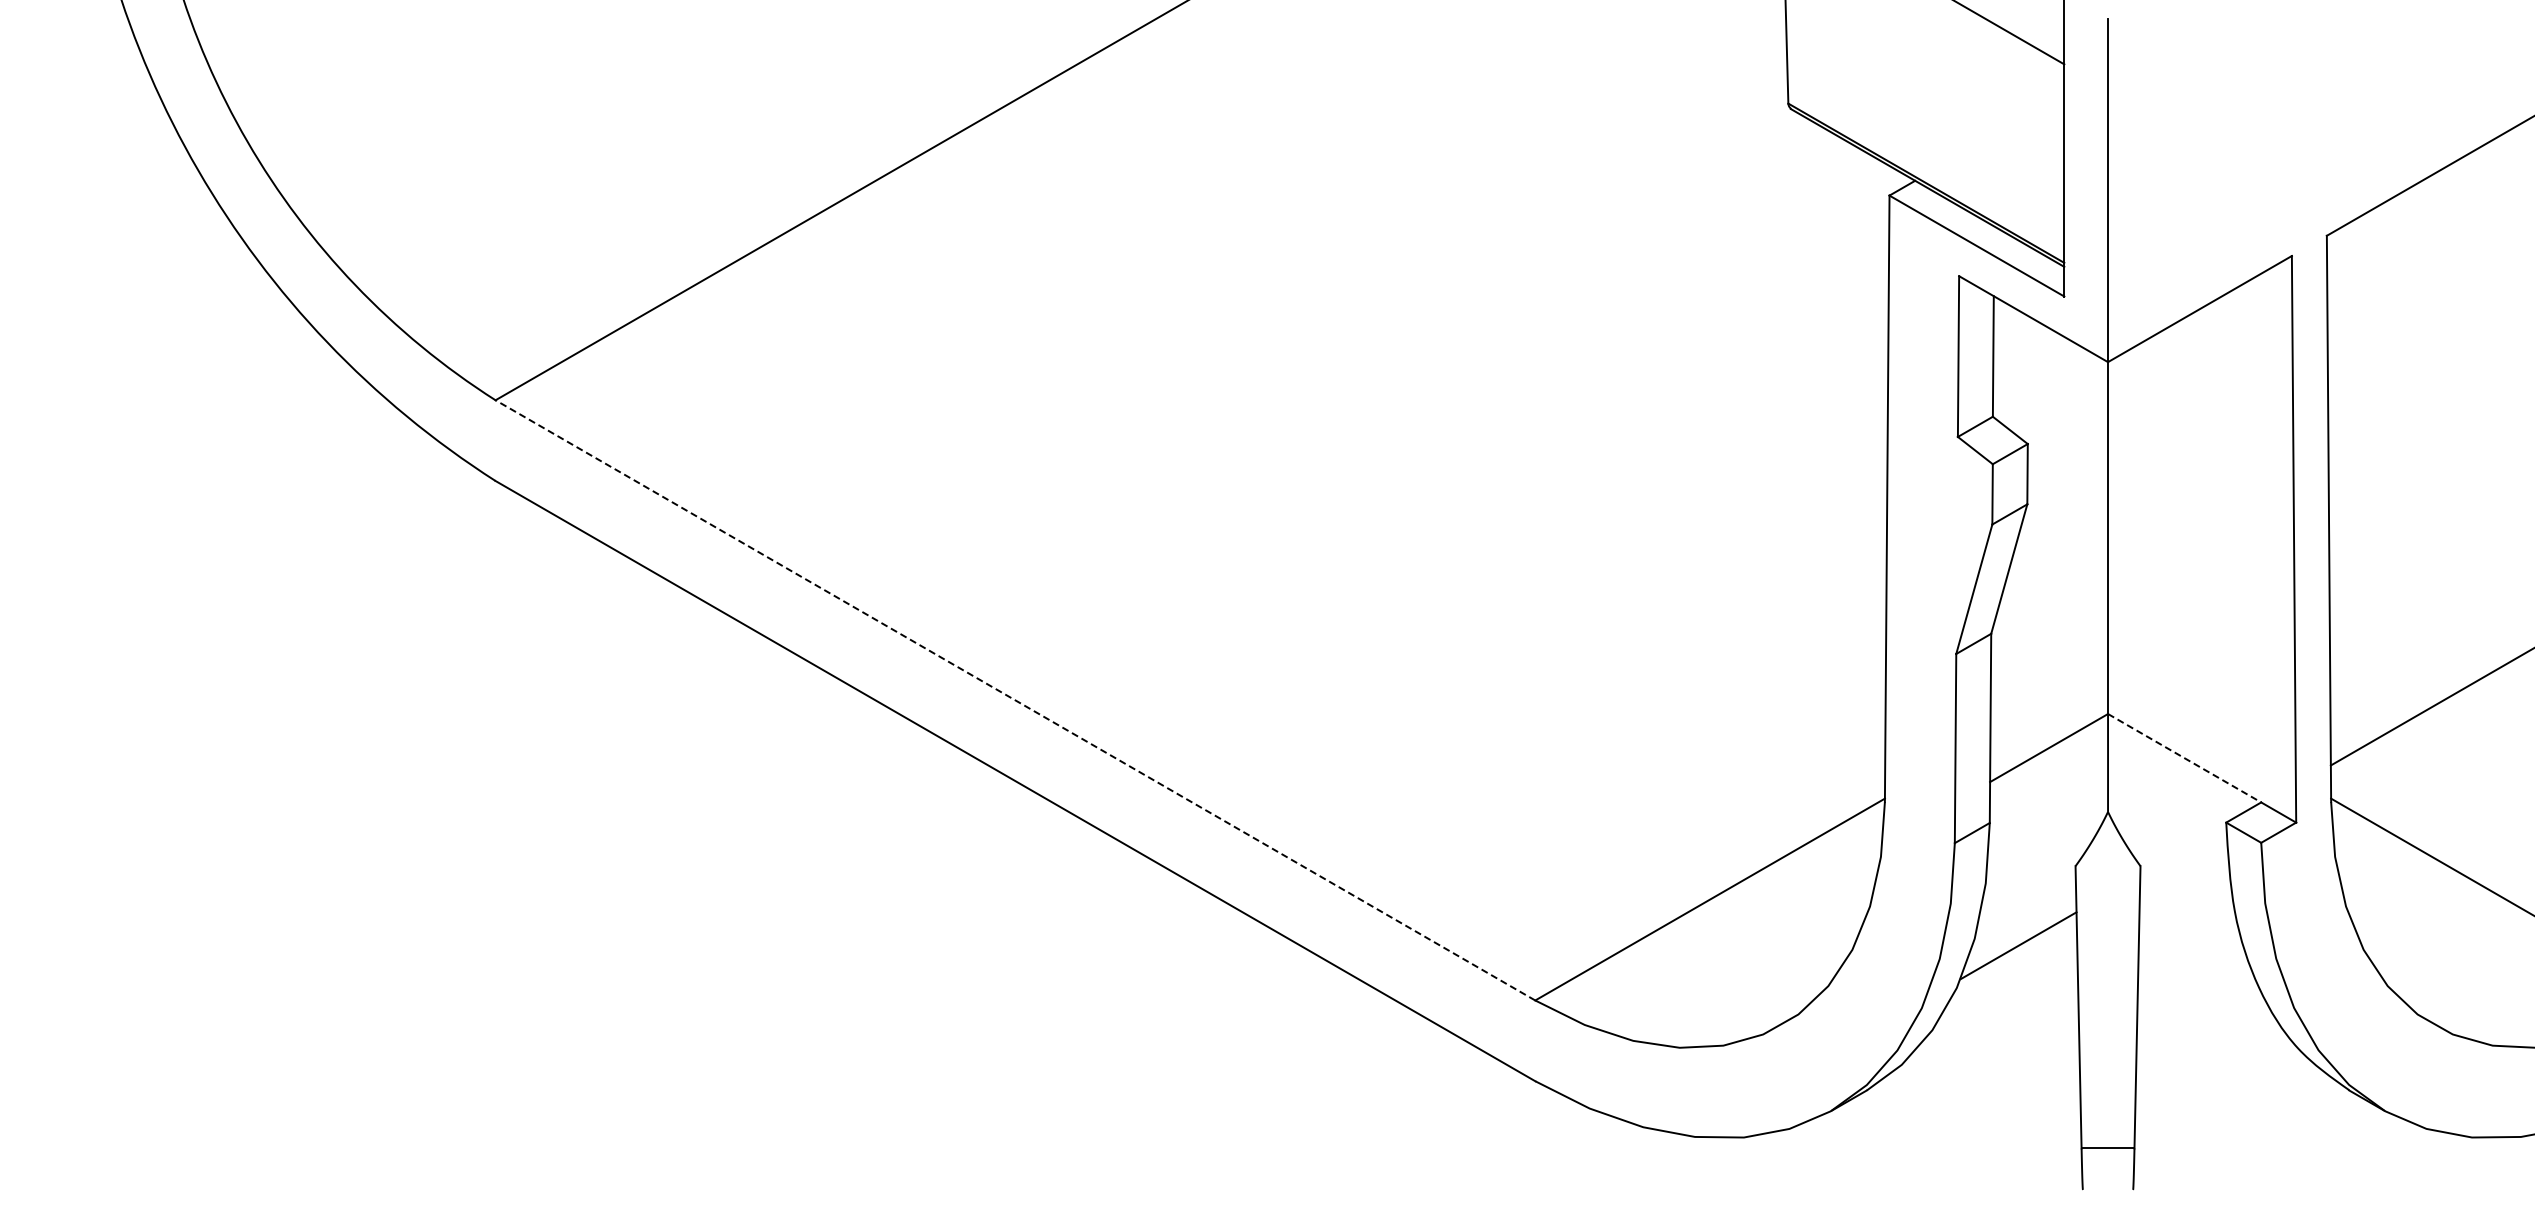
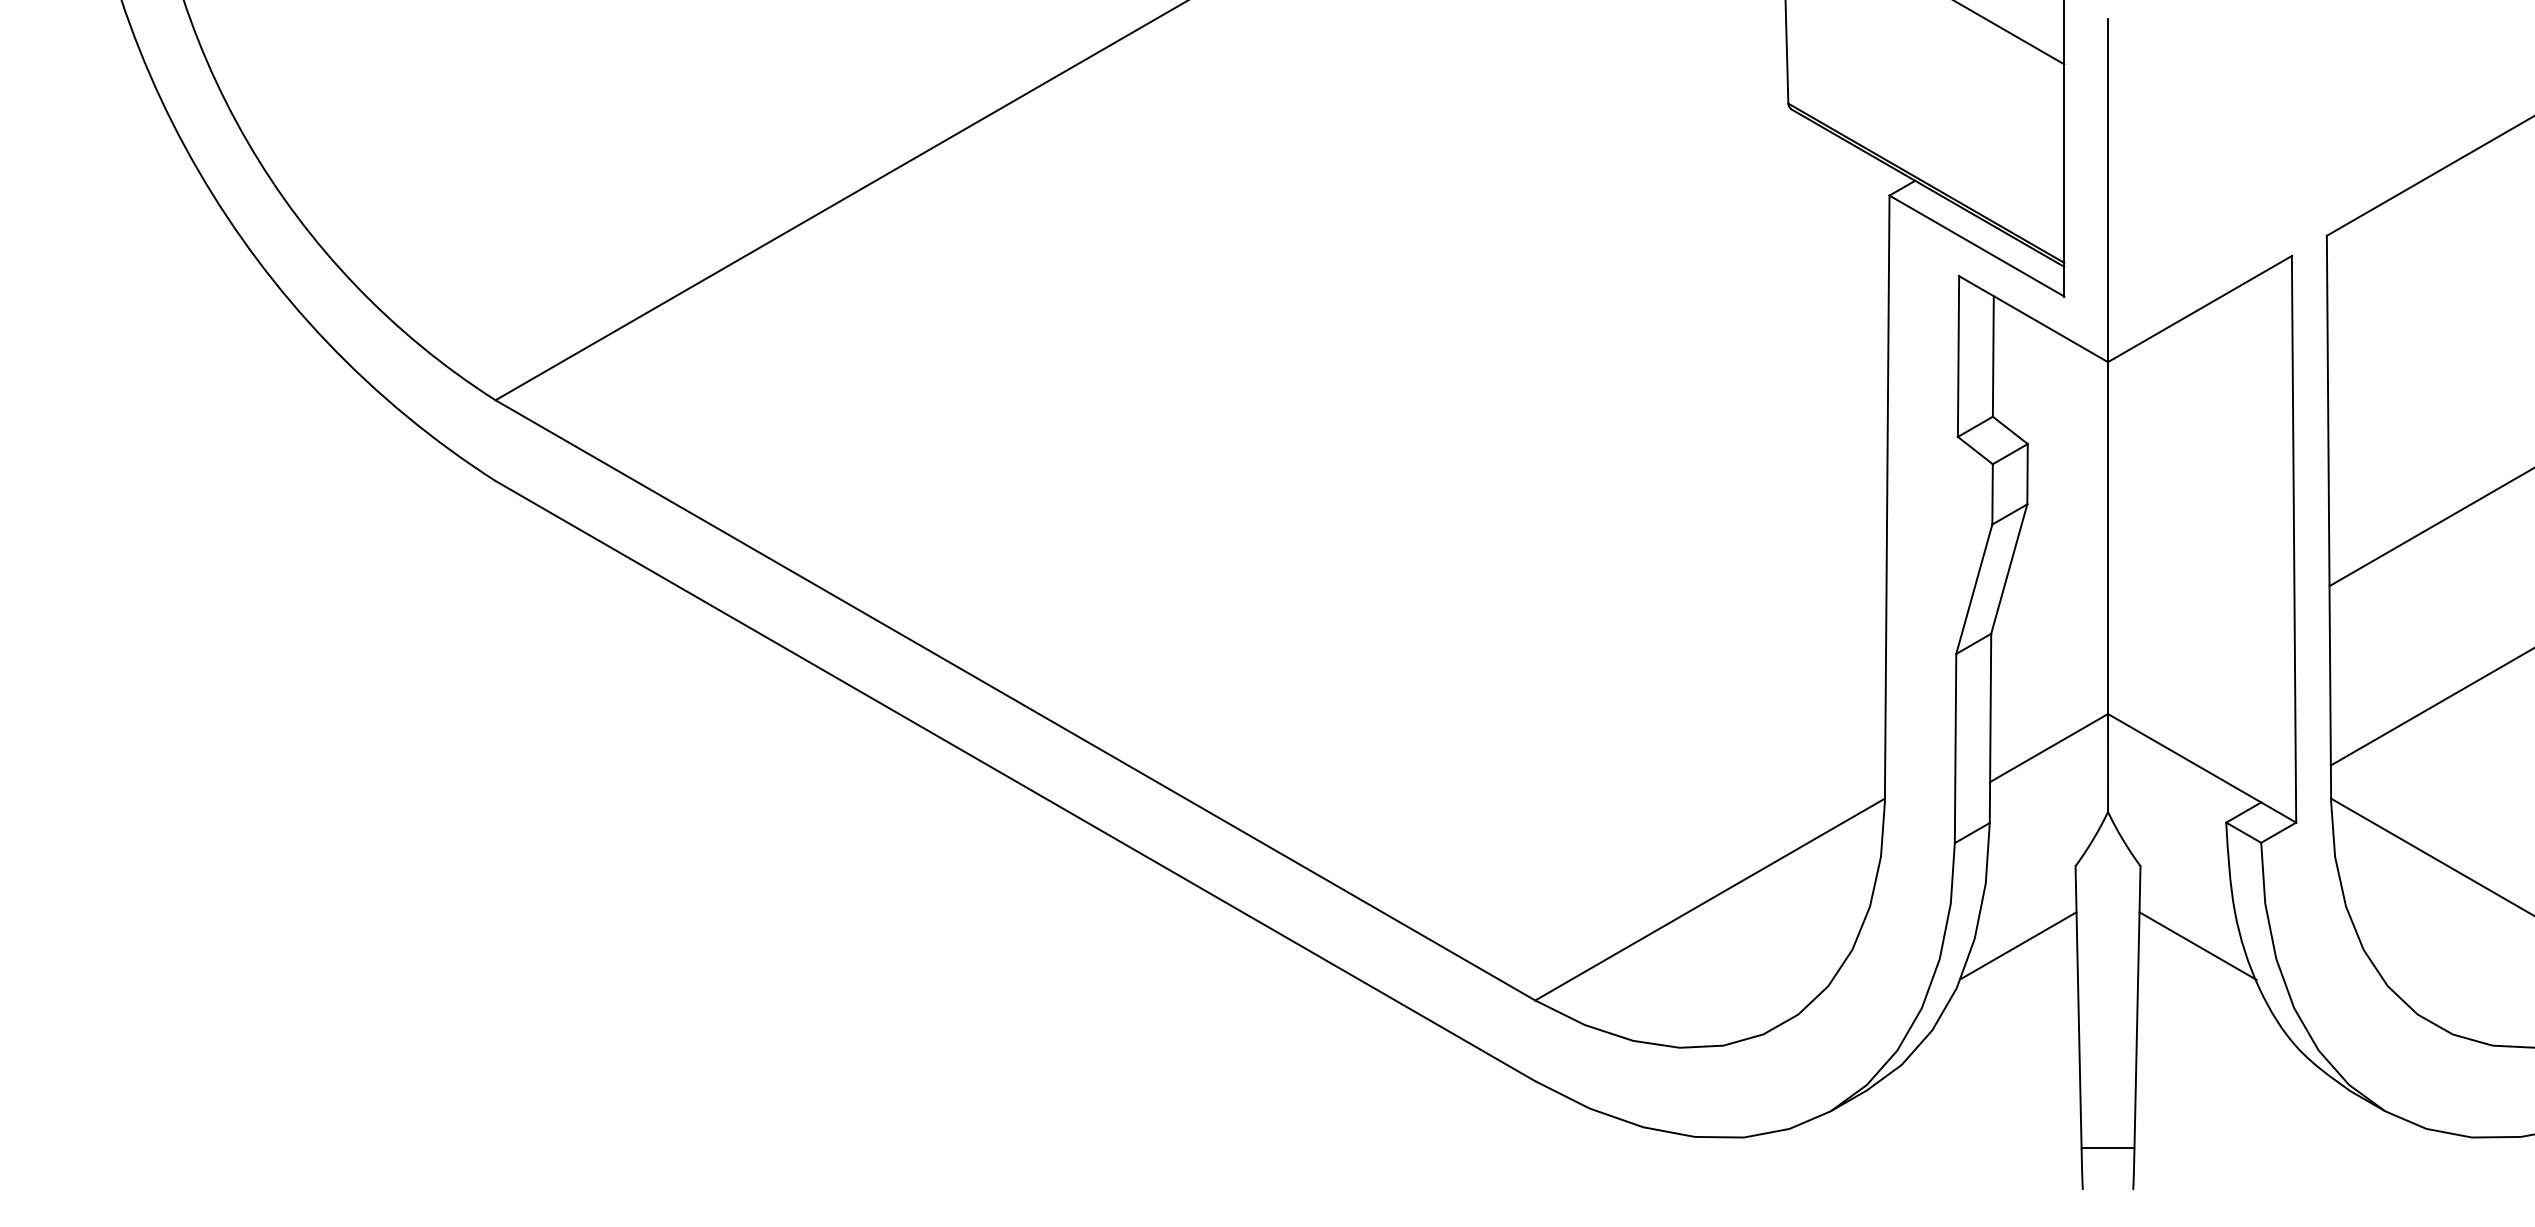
line at (2430, 527): none -> present
line at (1015, 700): dashed -> solid
line at (2185, 758): dashed -> solid
line at (2197, 945): none -> present
